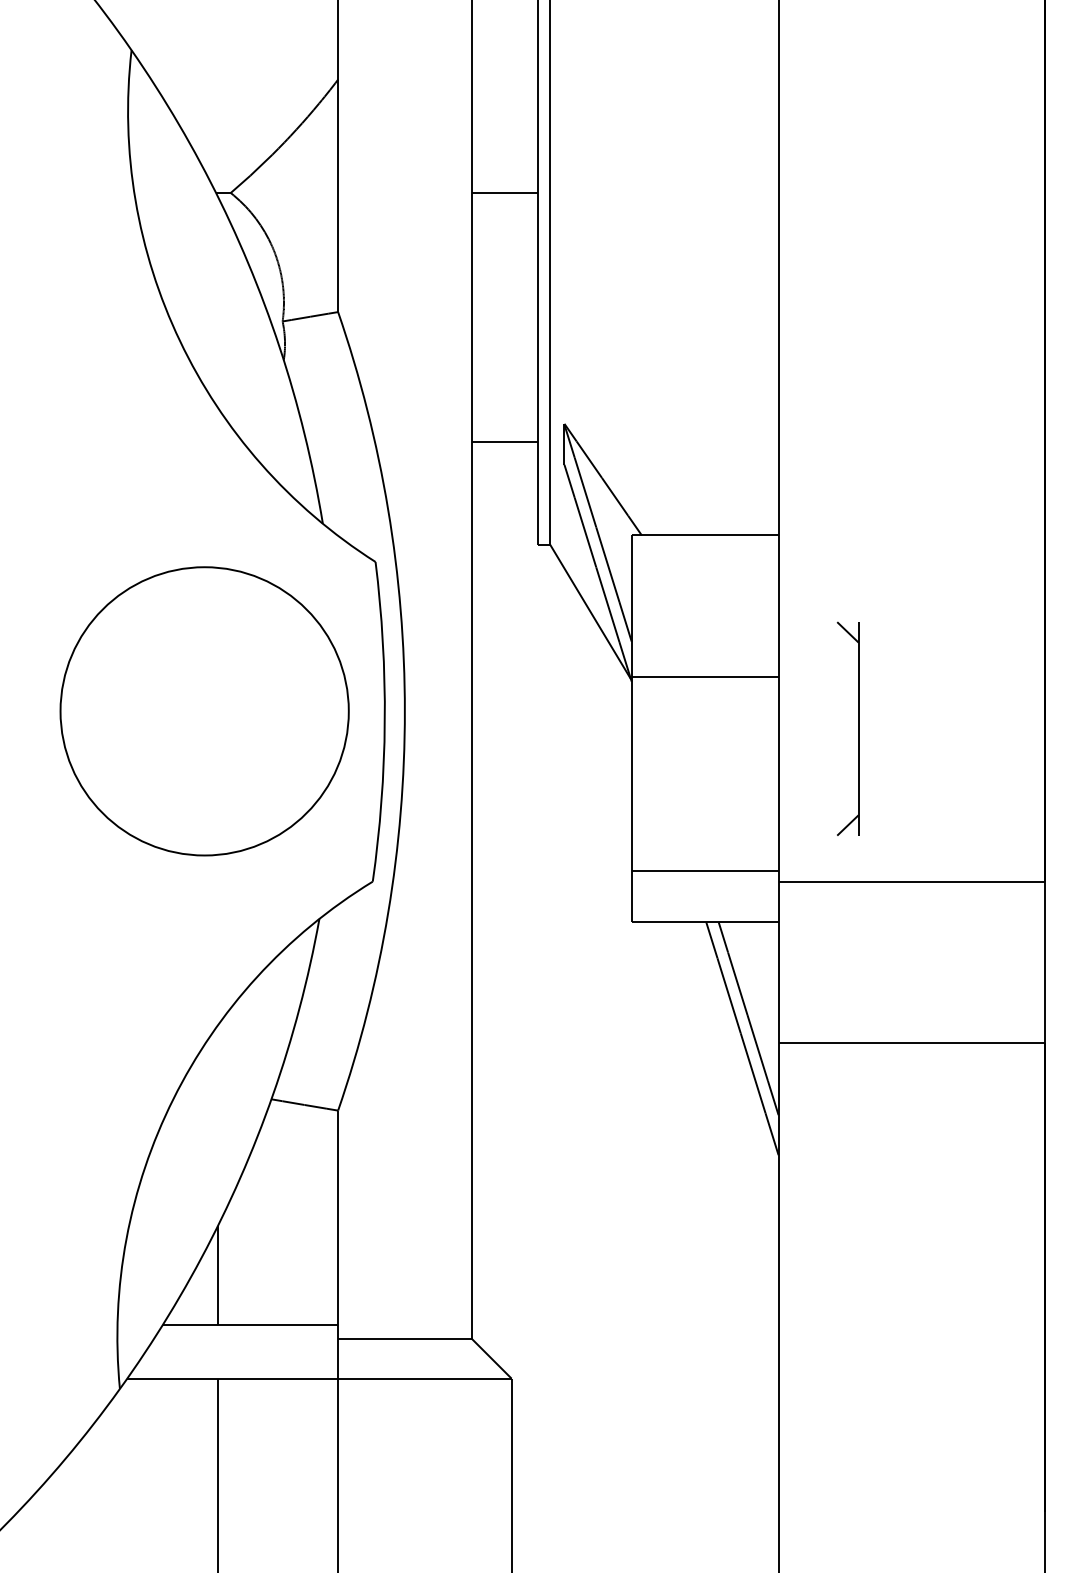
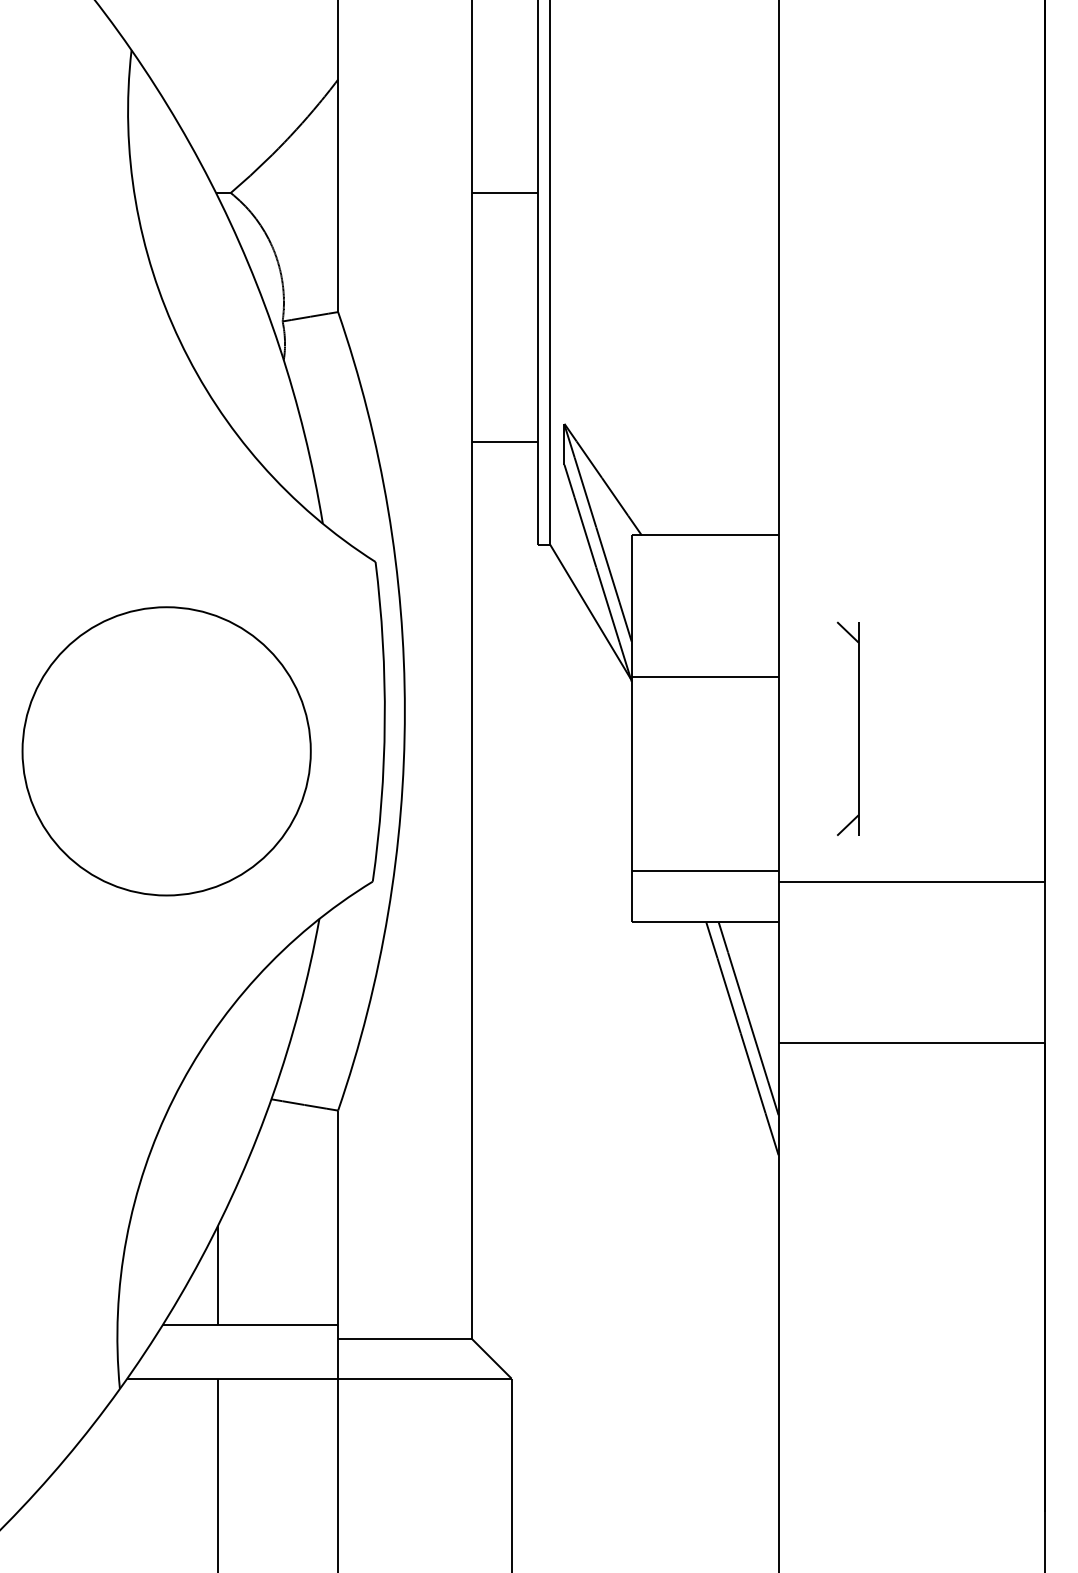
part at (204, 711) position: (204, 711) -> (166, 751)
